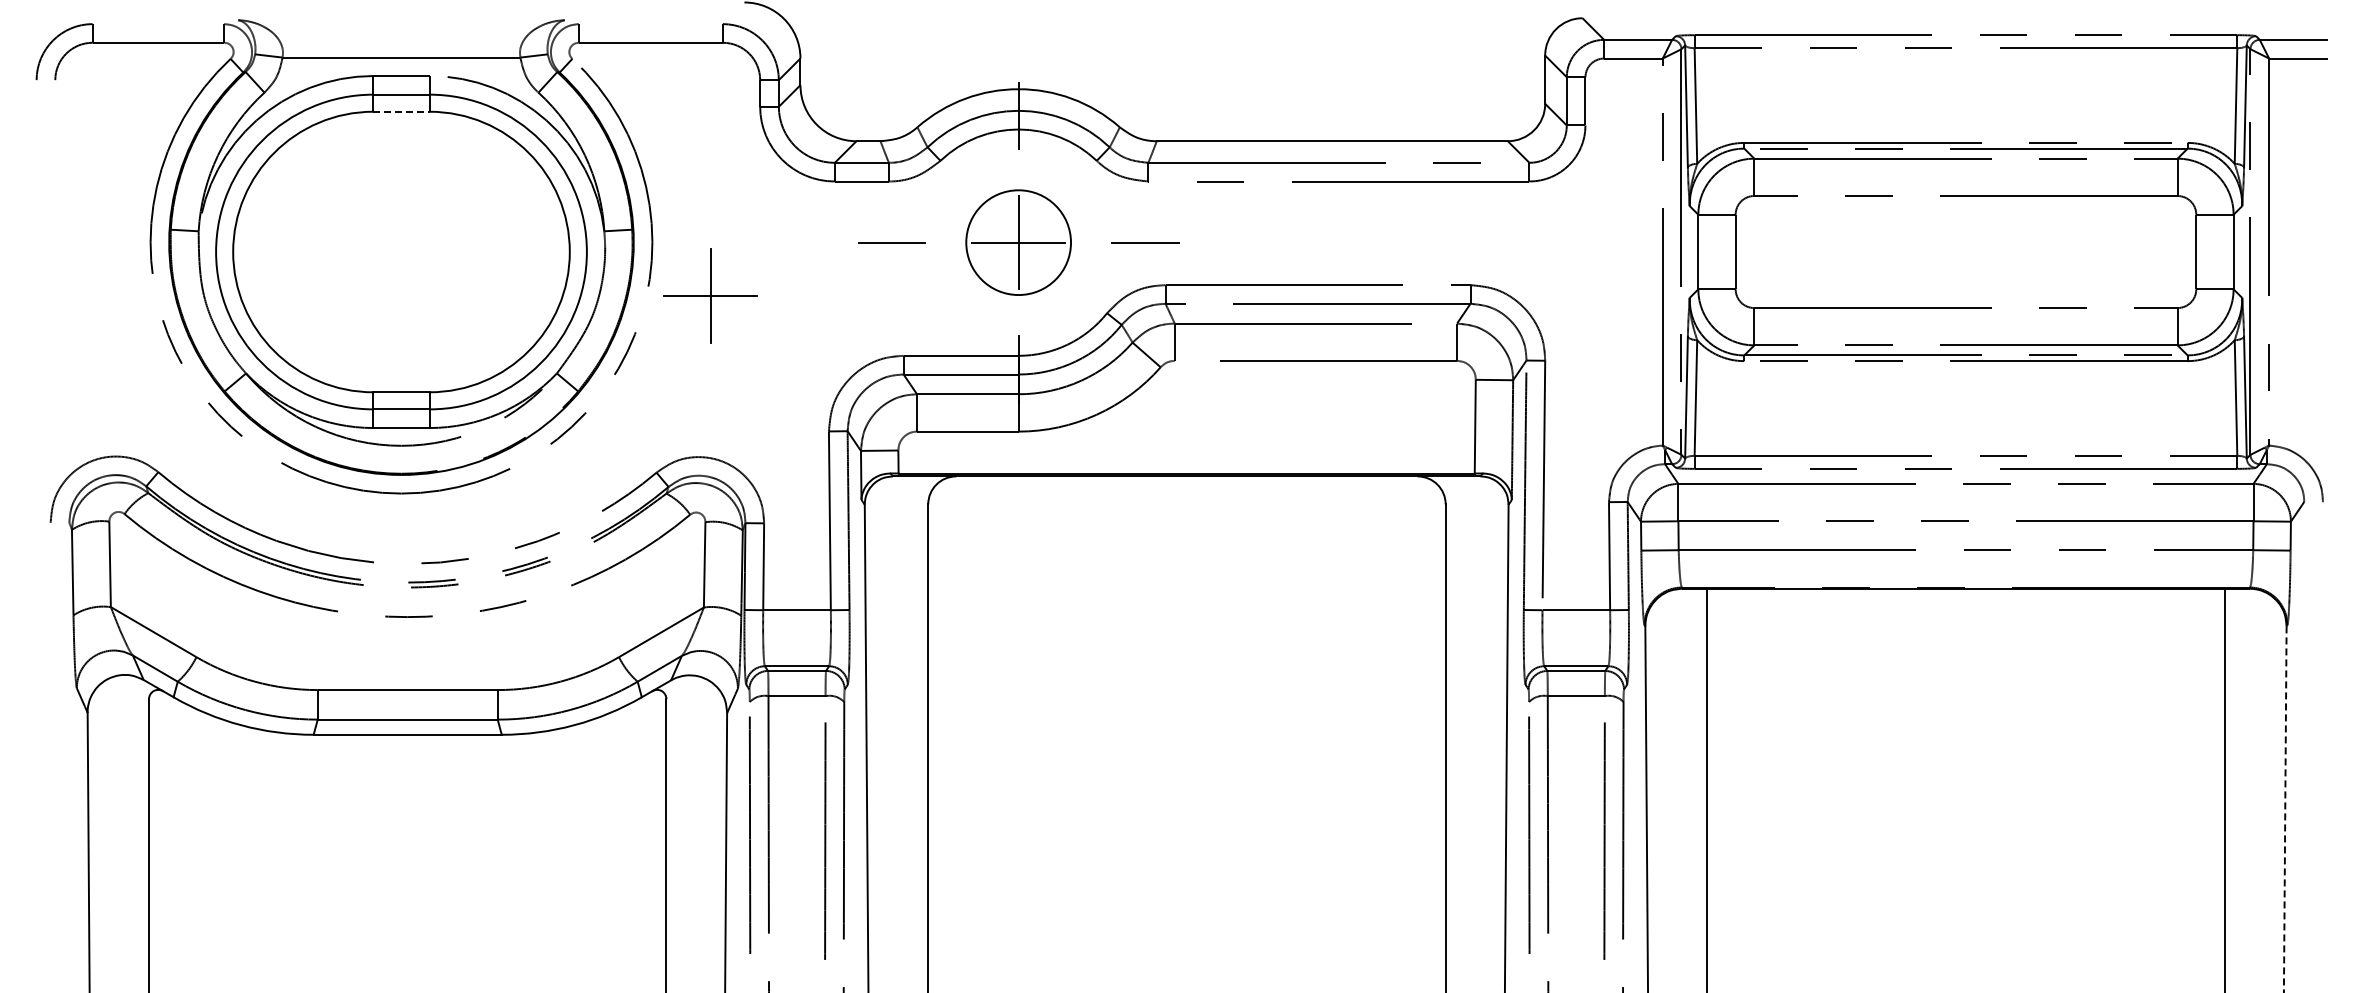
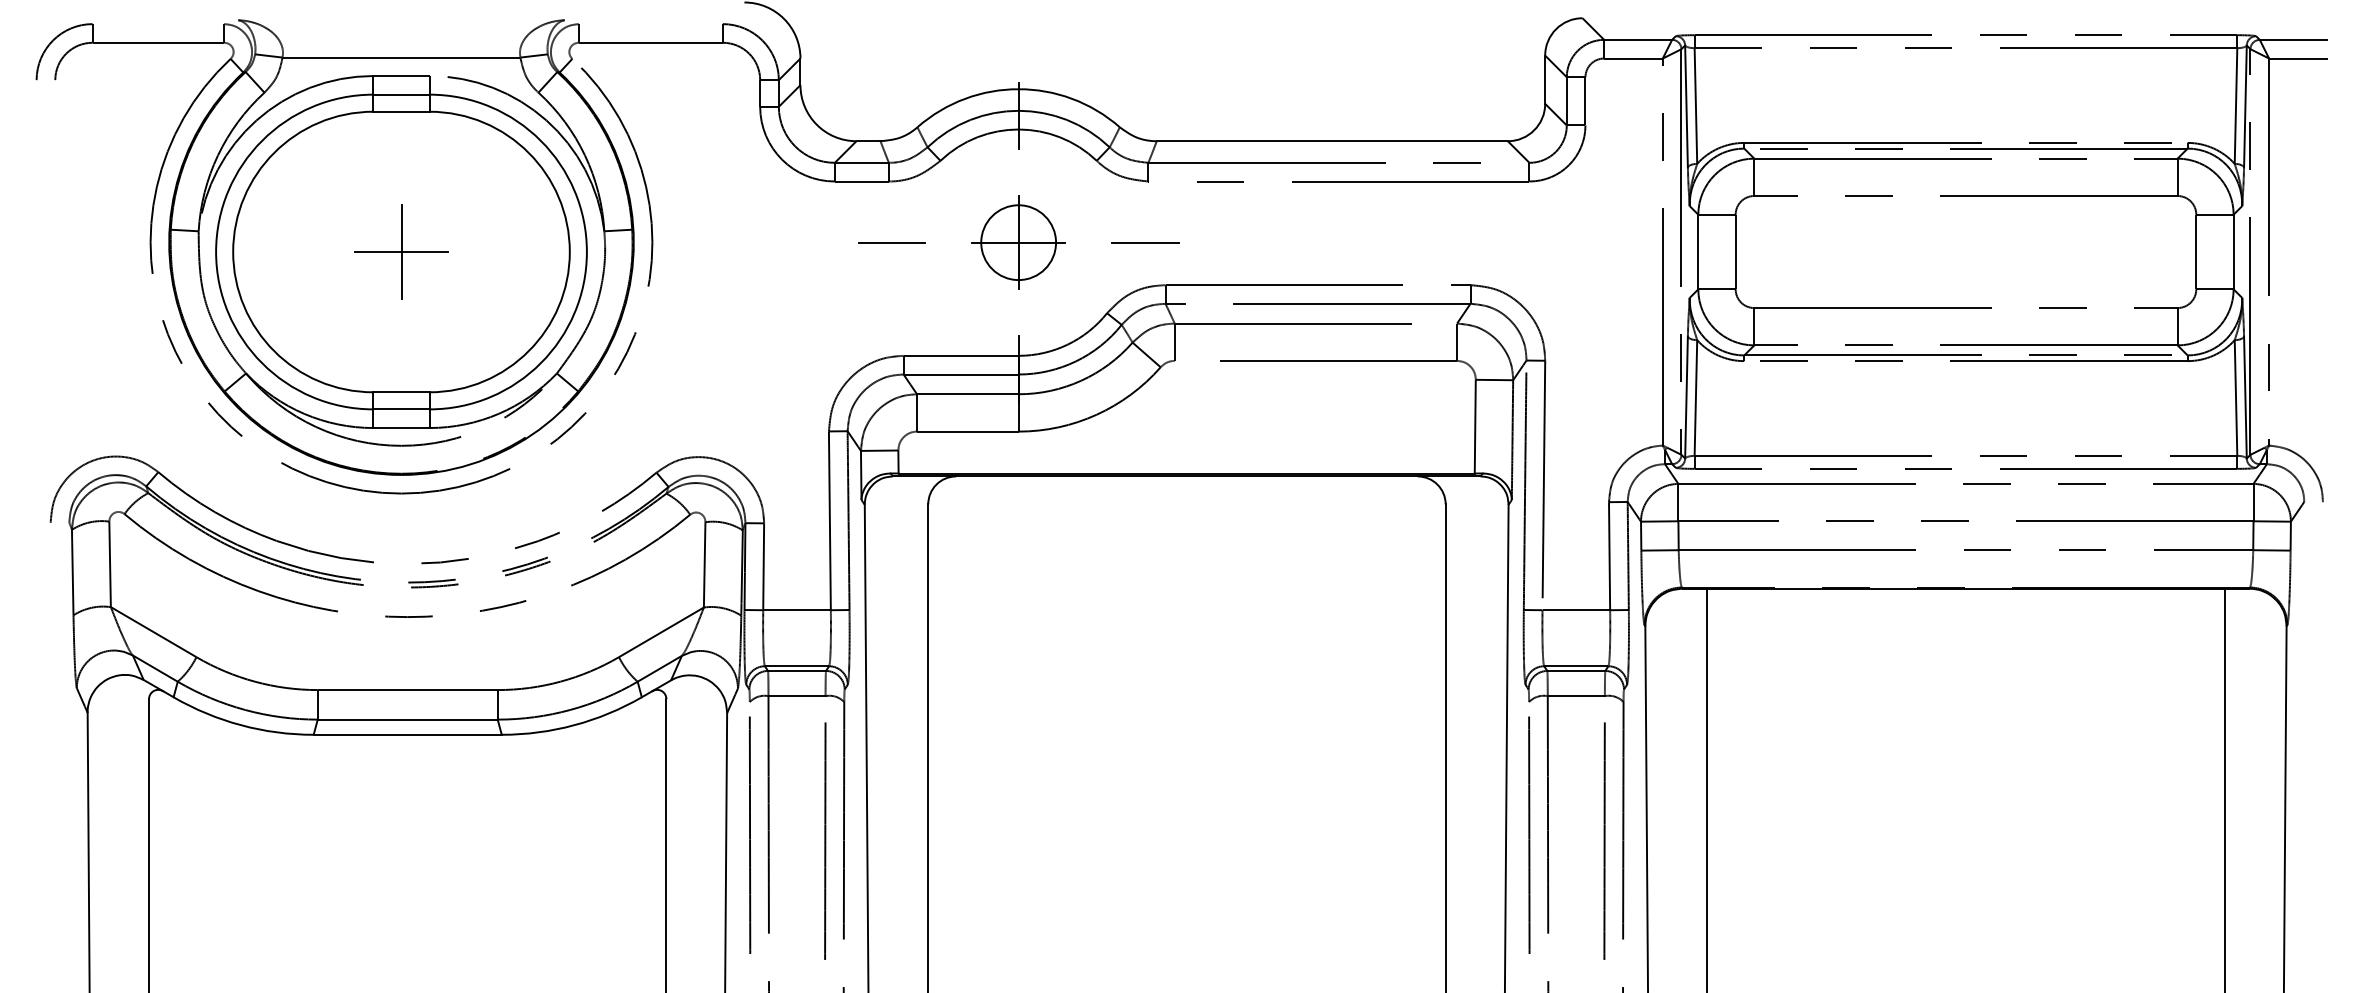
line at (402, 111): dashed -> solid
circle at (1018, 242) diameter: 105 px -> 75 px
part at (710, 295) position: (710, 295) -> (401, 251)
line at (2285, 809): dashed -> solid
